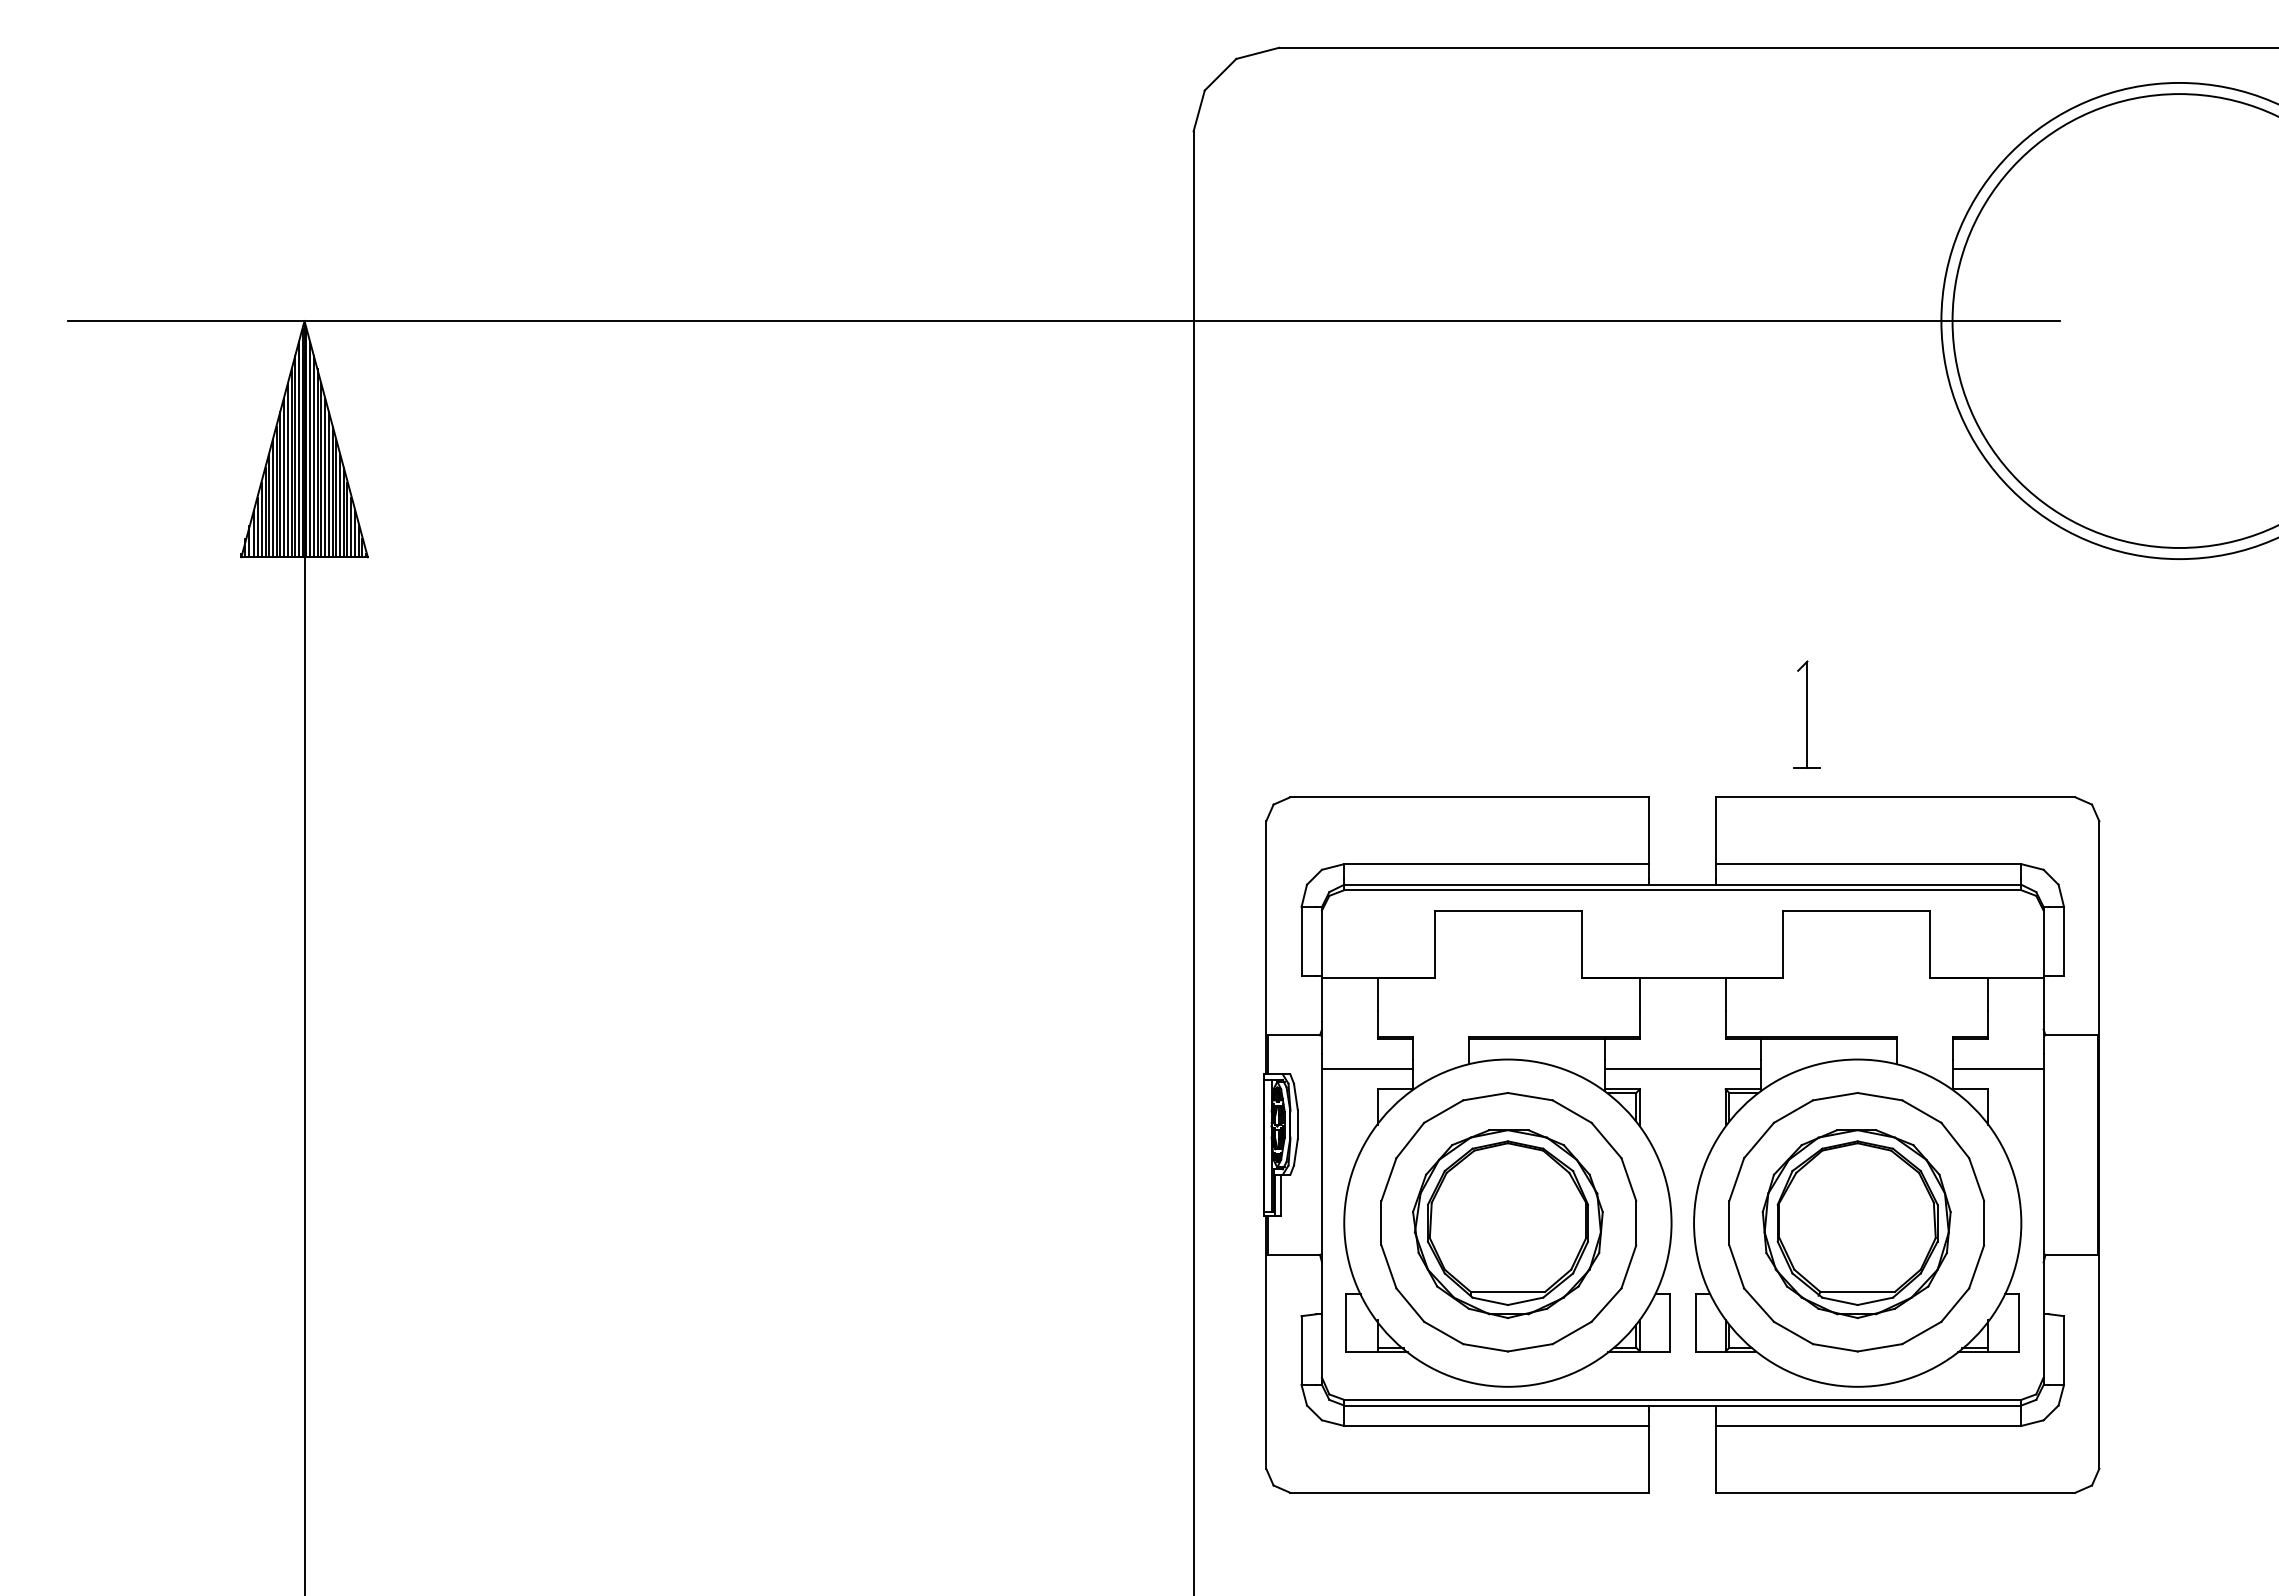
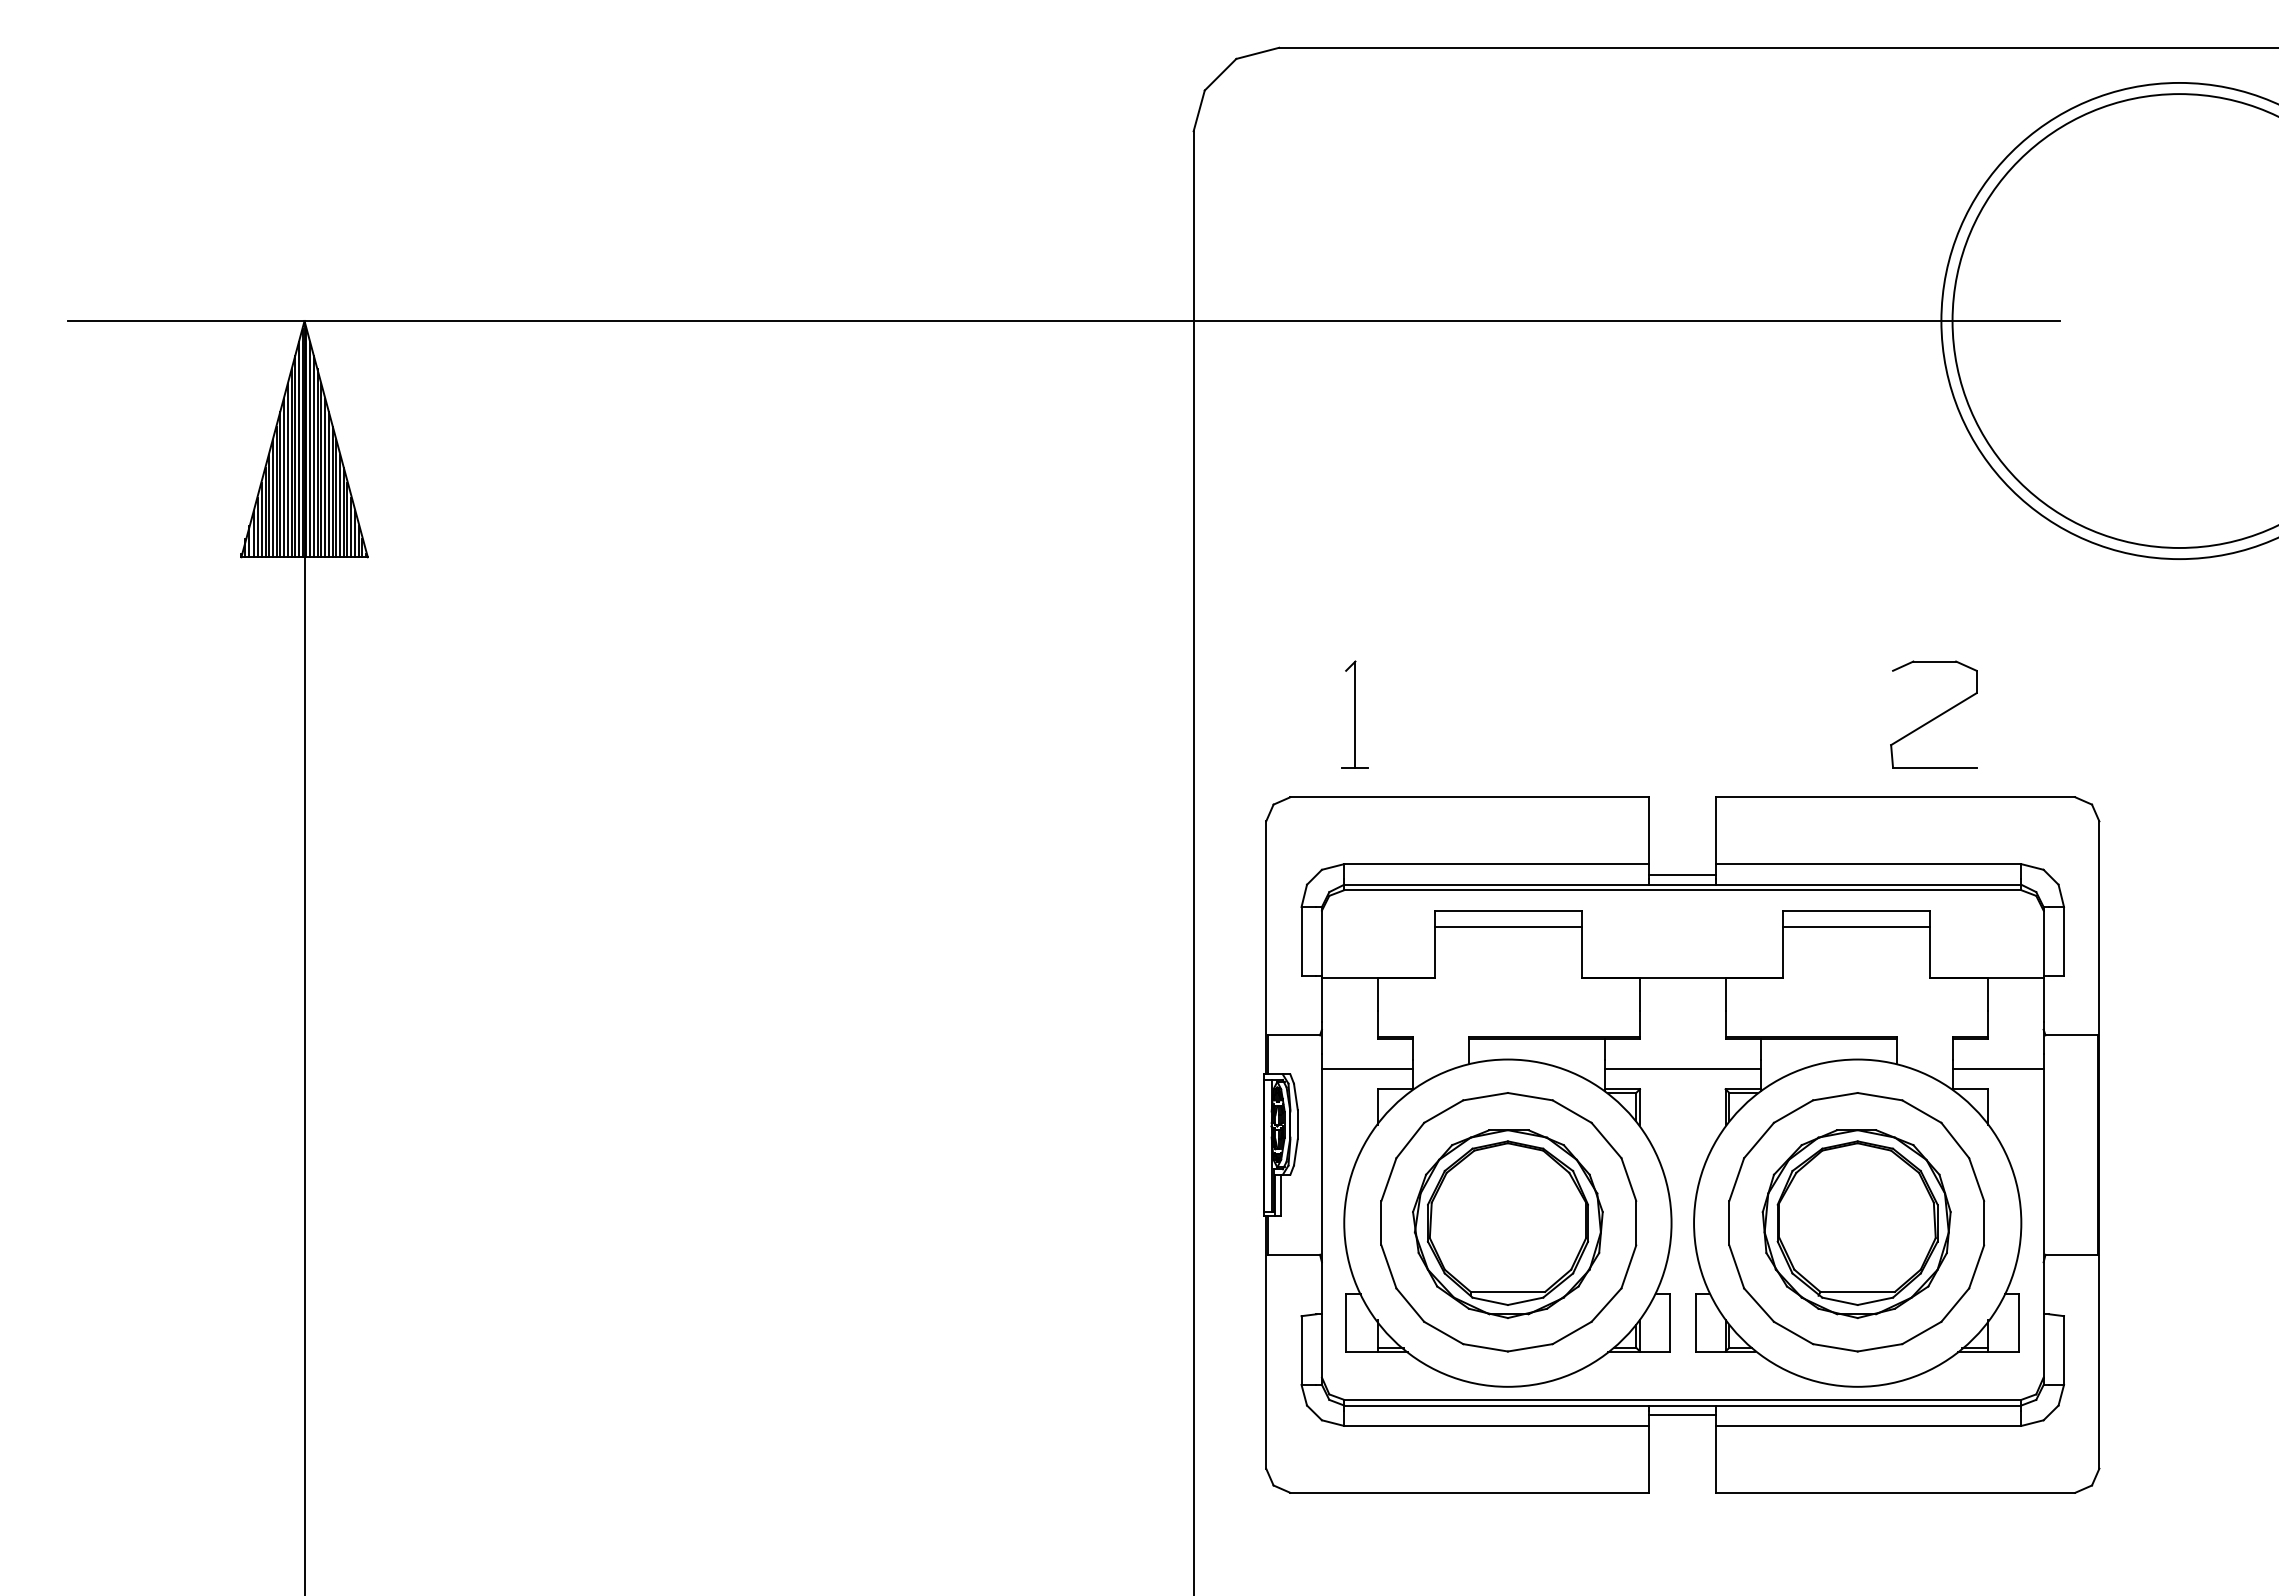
part at (1806, 714) position: (1806, 714) -> (1354, 714)
part at (1933, 714): none -> present
line at (1682, 875): none -> present
line at (1508, 927): none -> present
line at (1856, 927): none -> present
line at (1682, 1414): none -> present
